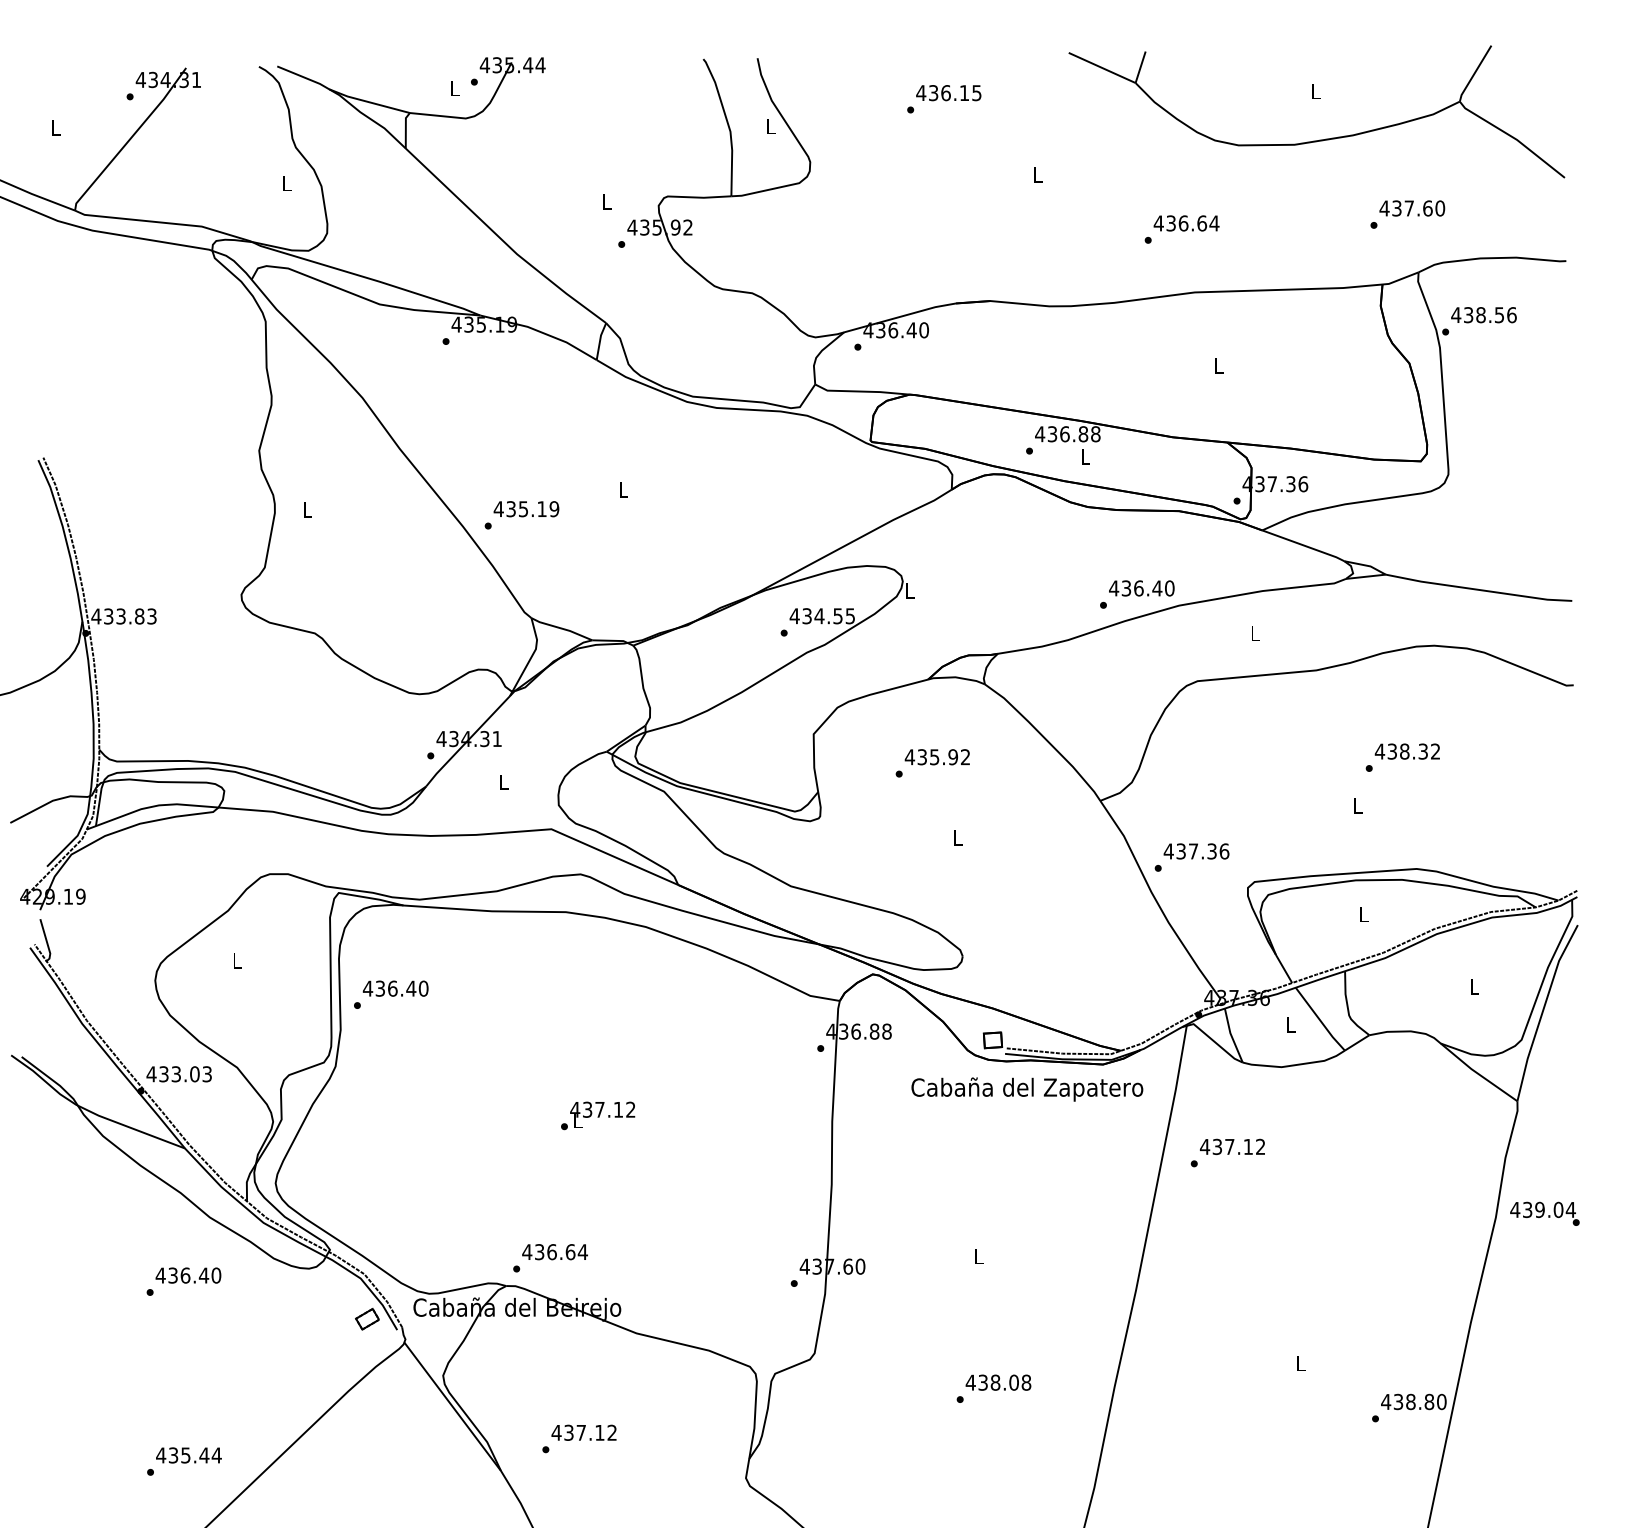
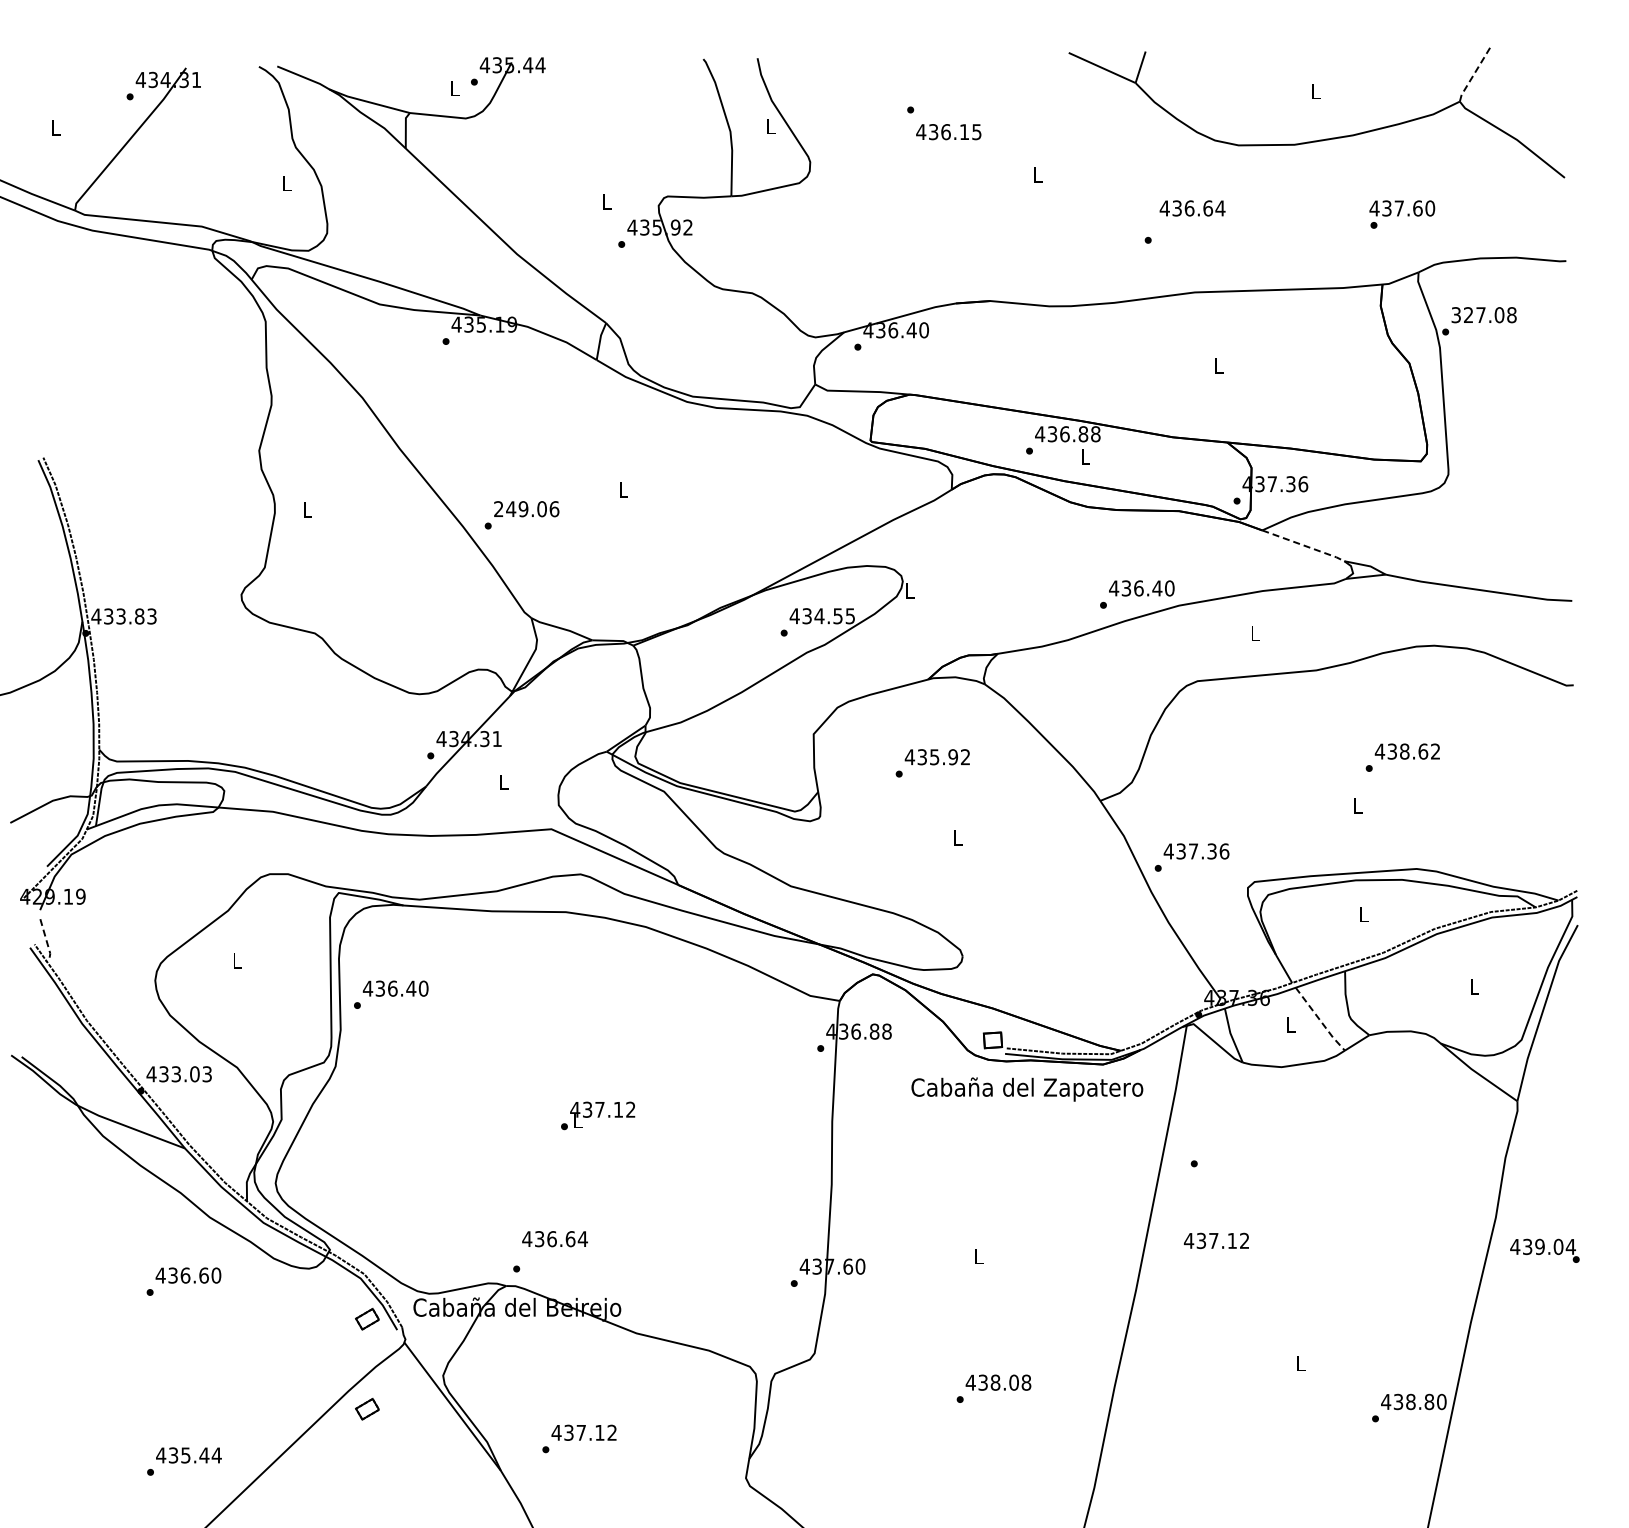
line at (1474, 73): solid -> dashed
text at (948, 93) position: (948, 93) -> (948, 132)
text at (1412, 208) position: (1412, 208) -> (1402, 208)
text at (1186, 223) position: (1186, 223) -> (1192, 208)
text at (1483, 315): 438.56 -> 327.08
text at (526, 509): 435.19 -> 249.06
line at (1304, 545): solid -> dashed
text at (1423, 751): 438.32 -> 438.62
line at (47, 943): solid -> dashed
line at (1320, 1020): solid -> dashed
text at (1232, 1146) position: (1232, 1146) -> (1216, 1240)
text at (1544, 1213) position: (1544, 1213) -> (1544, 1250)
text at (554, 1252) position: (554, 1252) -> (554, 1239)
text at (203, 1275): 436.40 -> 436.60
part at (367, 1409): none -> present
